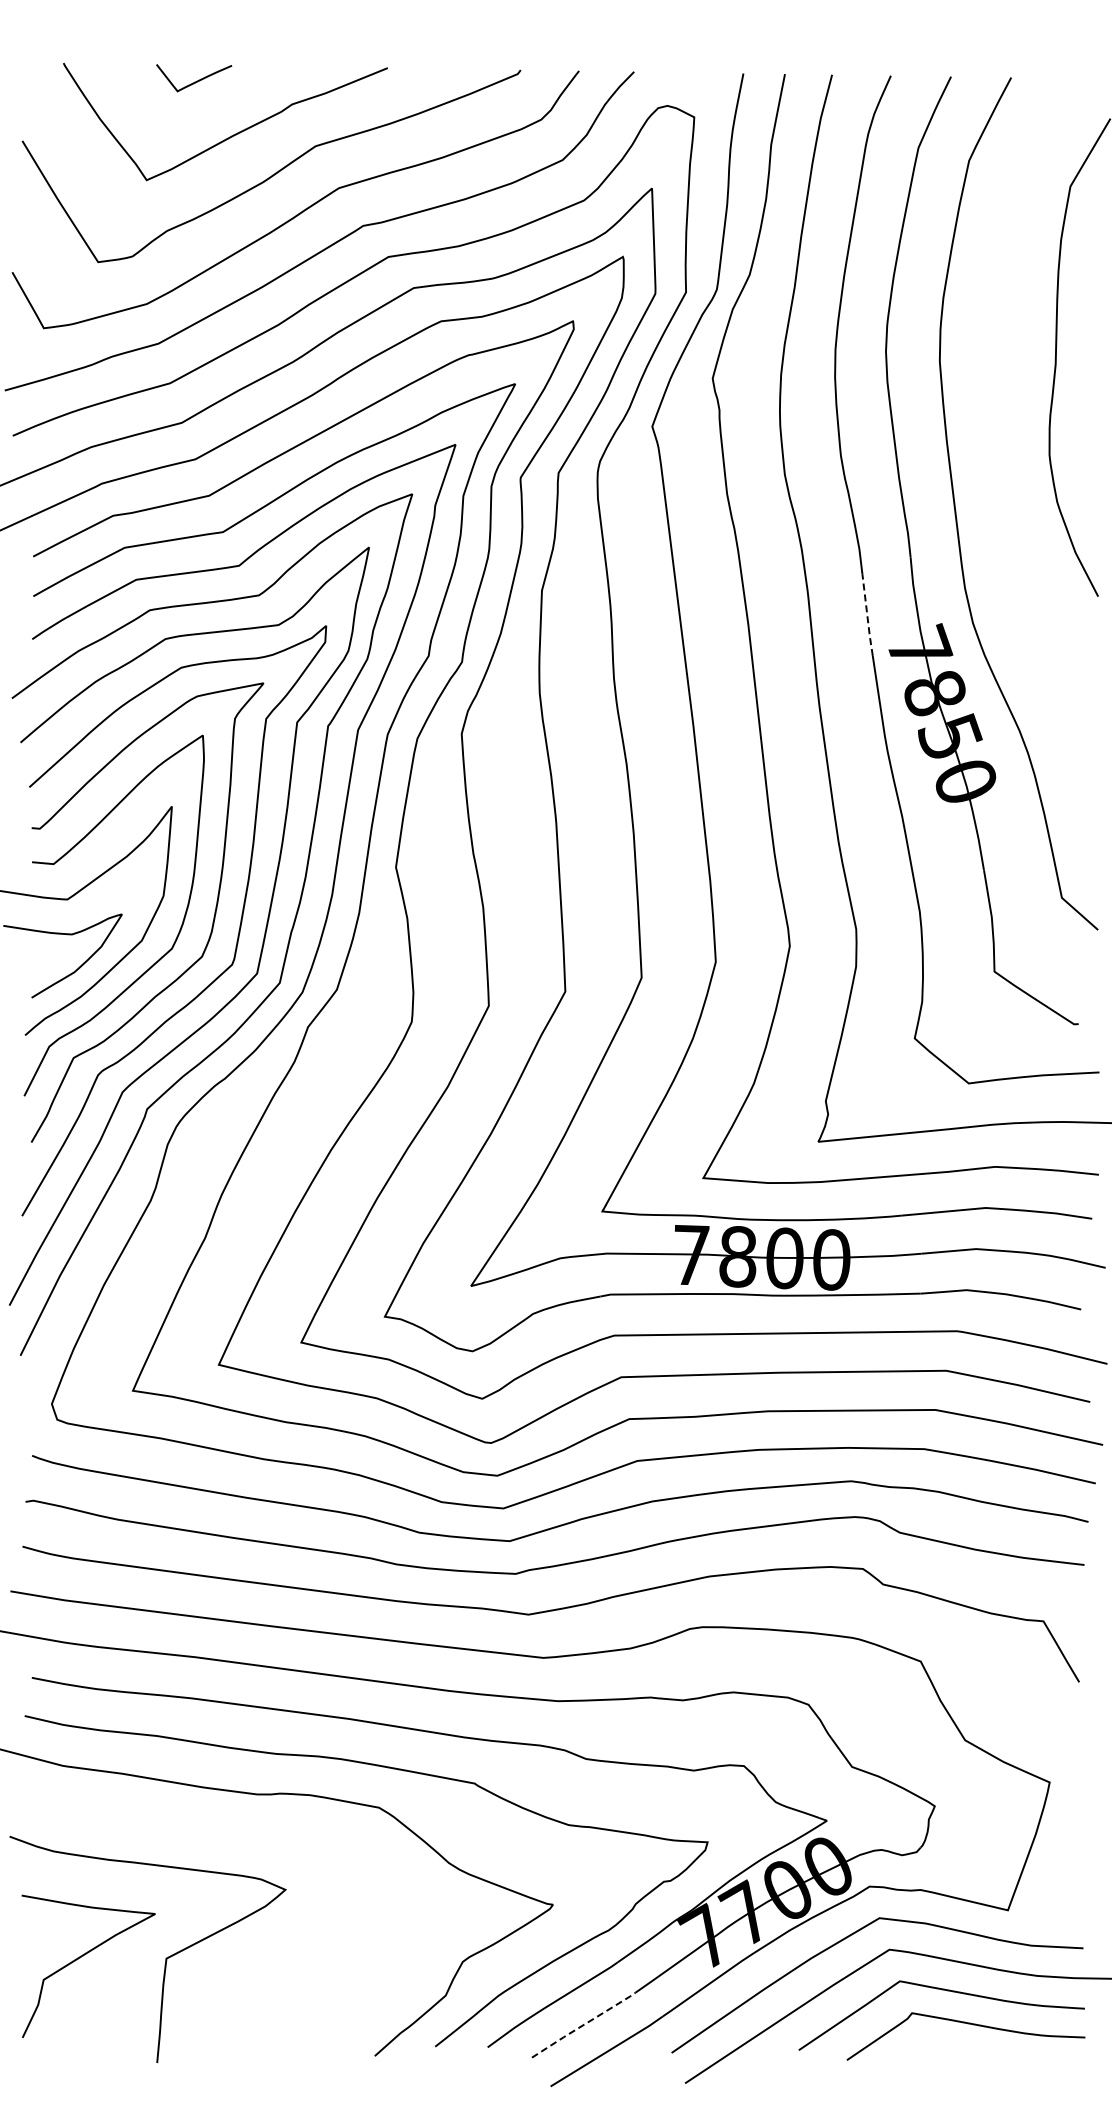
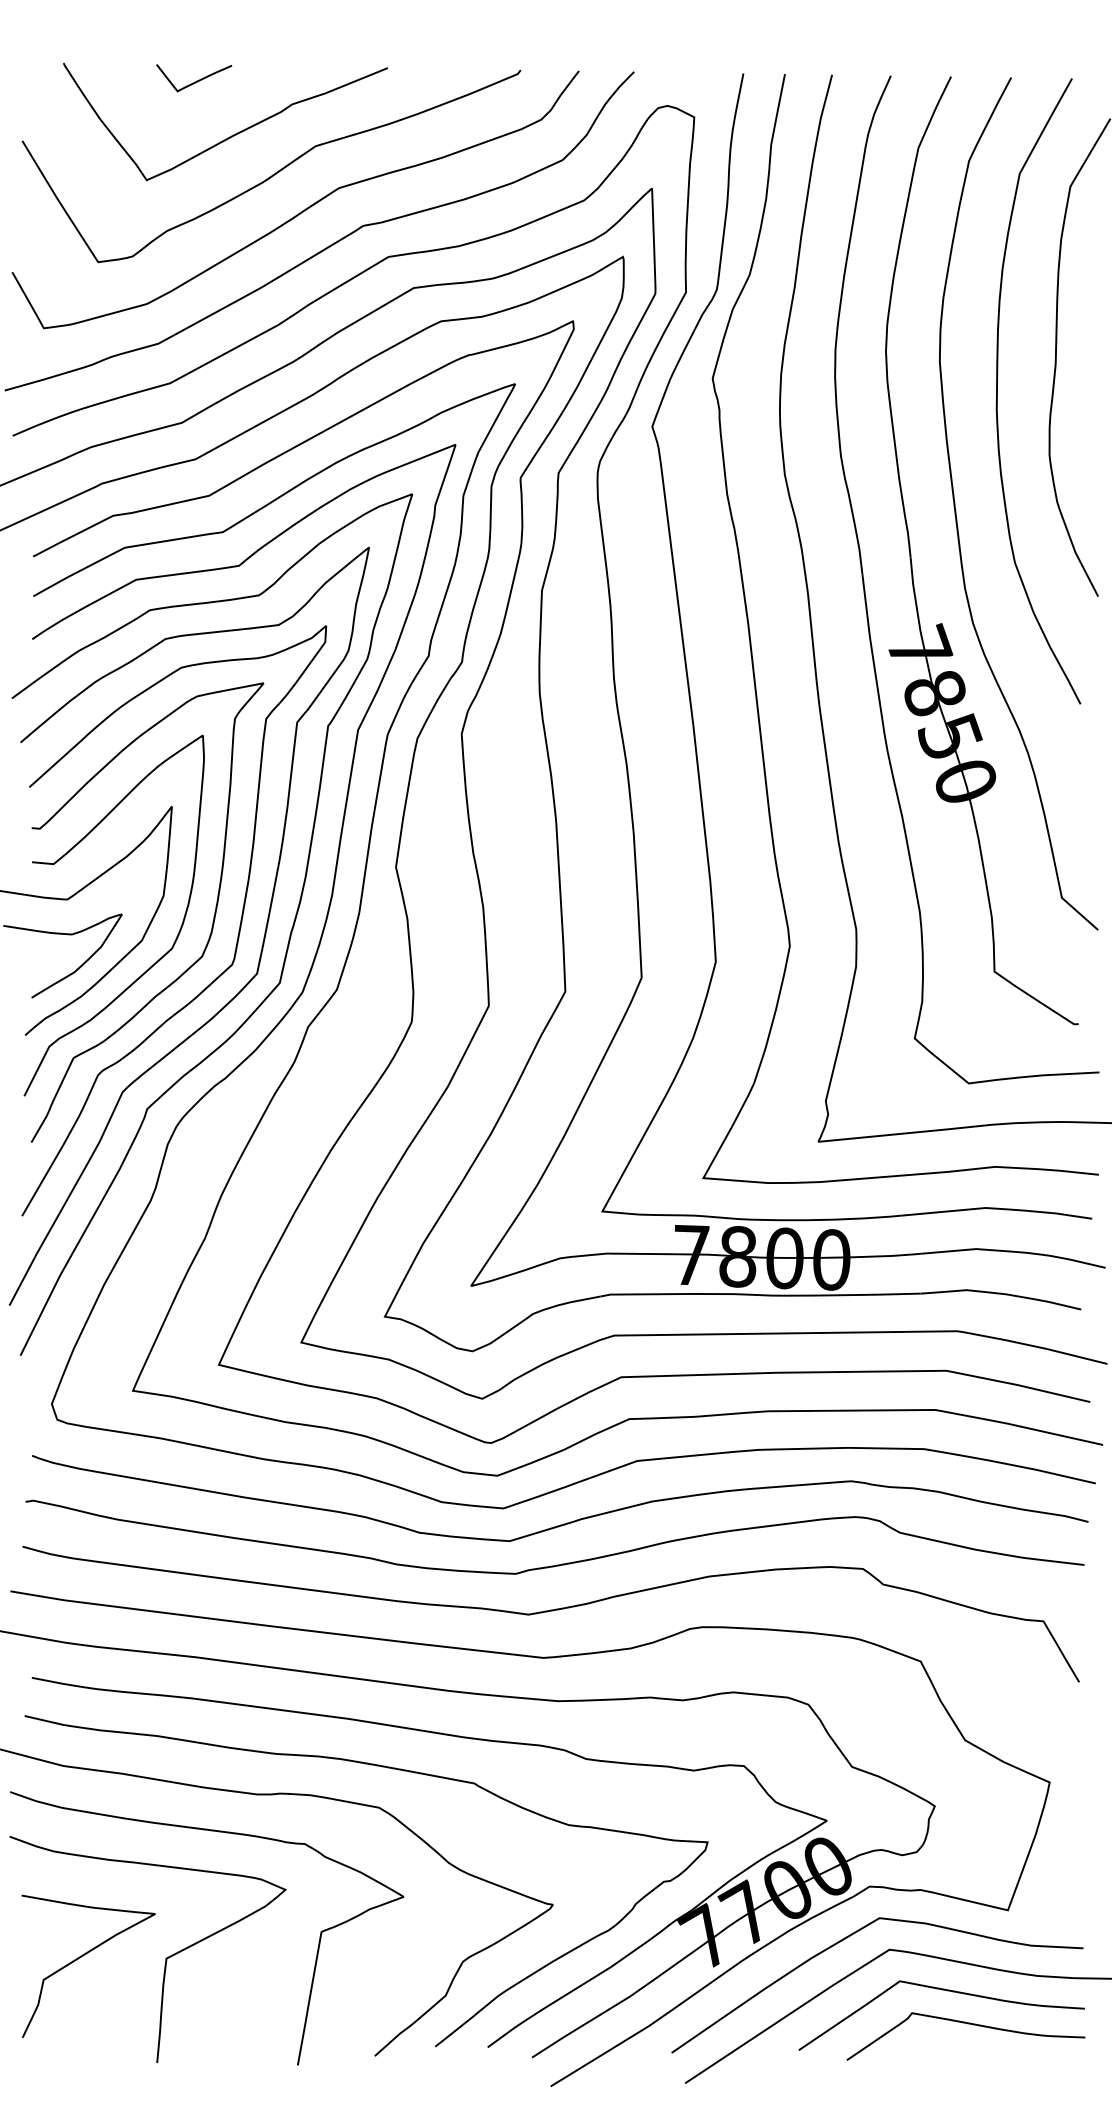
curve at (997, 391): none -> present
line at (867, 615): dashed -> solid
curve at (218, 1832): none -> present
line at (584, 2024): dashed -> solid
